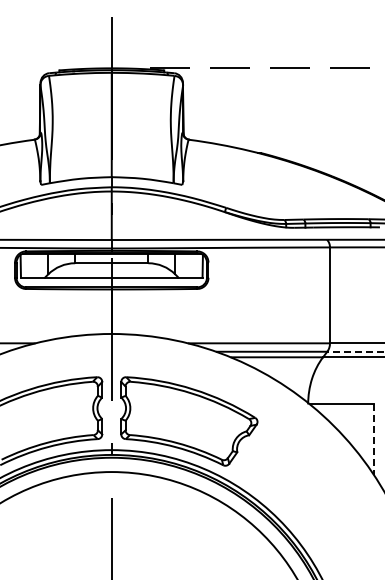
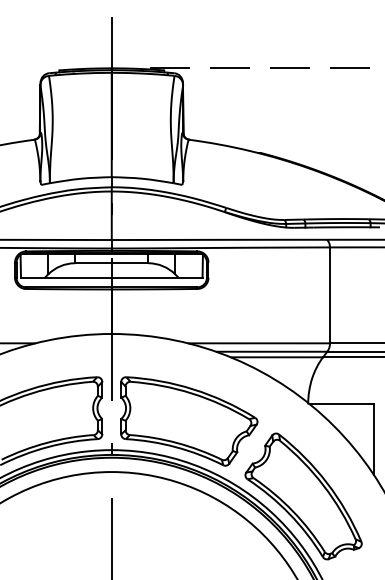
line at (356, 351): dashed -> solid
line at (373, 440): dashed -> solid
part at (303, 496): none -> present
